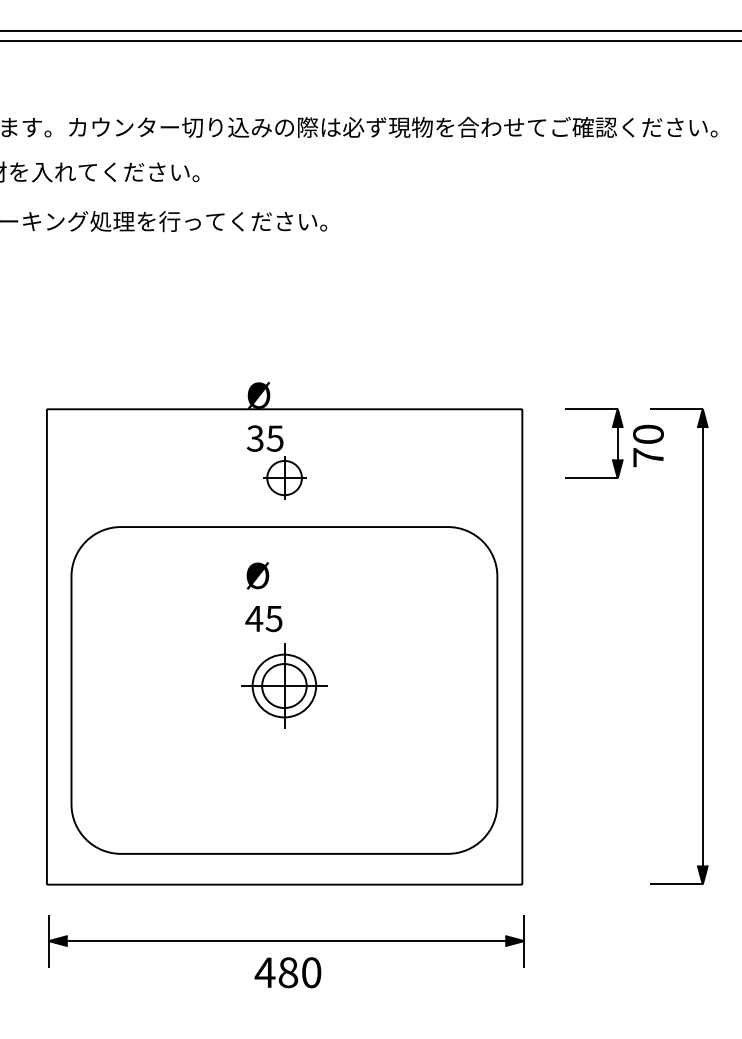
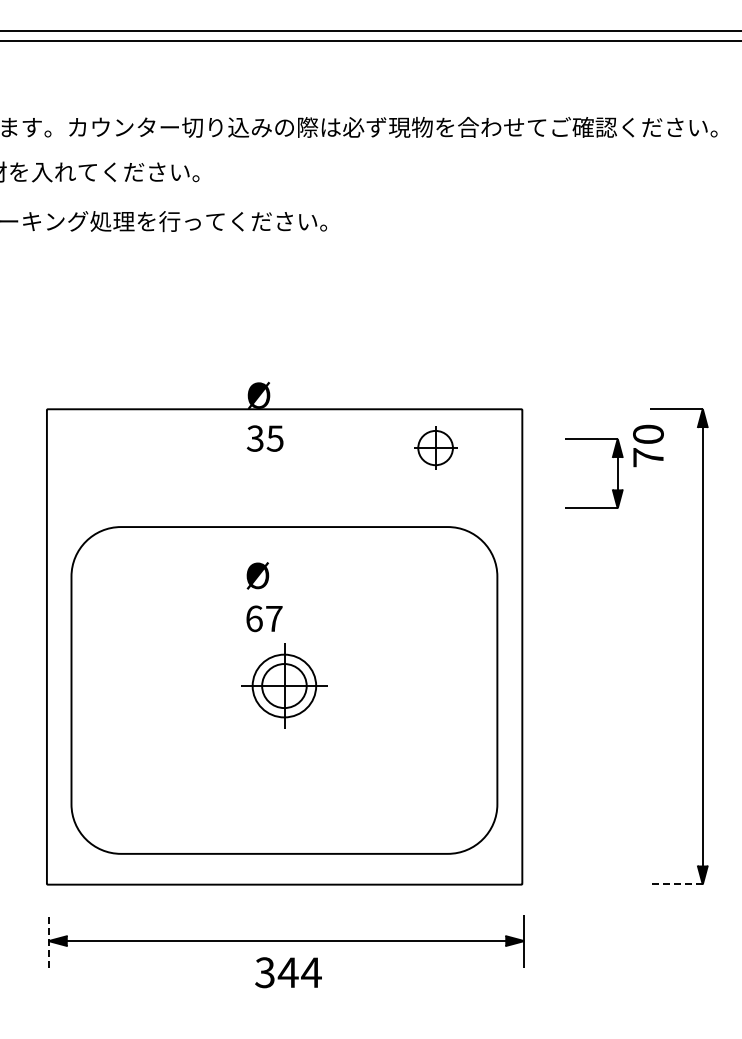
part at (617, 443) position: (617, 443) -> (617, 473)
part at (284, 477) position: (284, 477) -> (435, 447)
text at (263, 618): 45 -> 67
line at (675, 884): solid -> dashed
line at (48, 940): solid -> dashed
text at (287, 972): 480 -> 344
